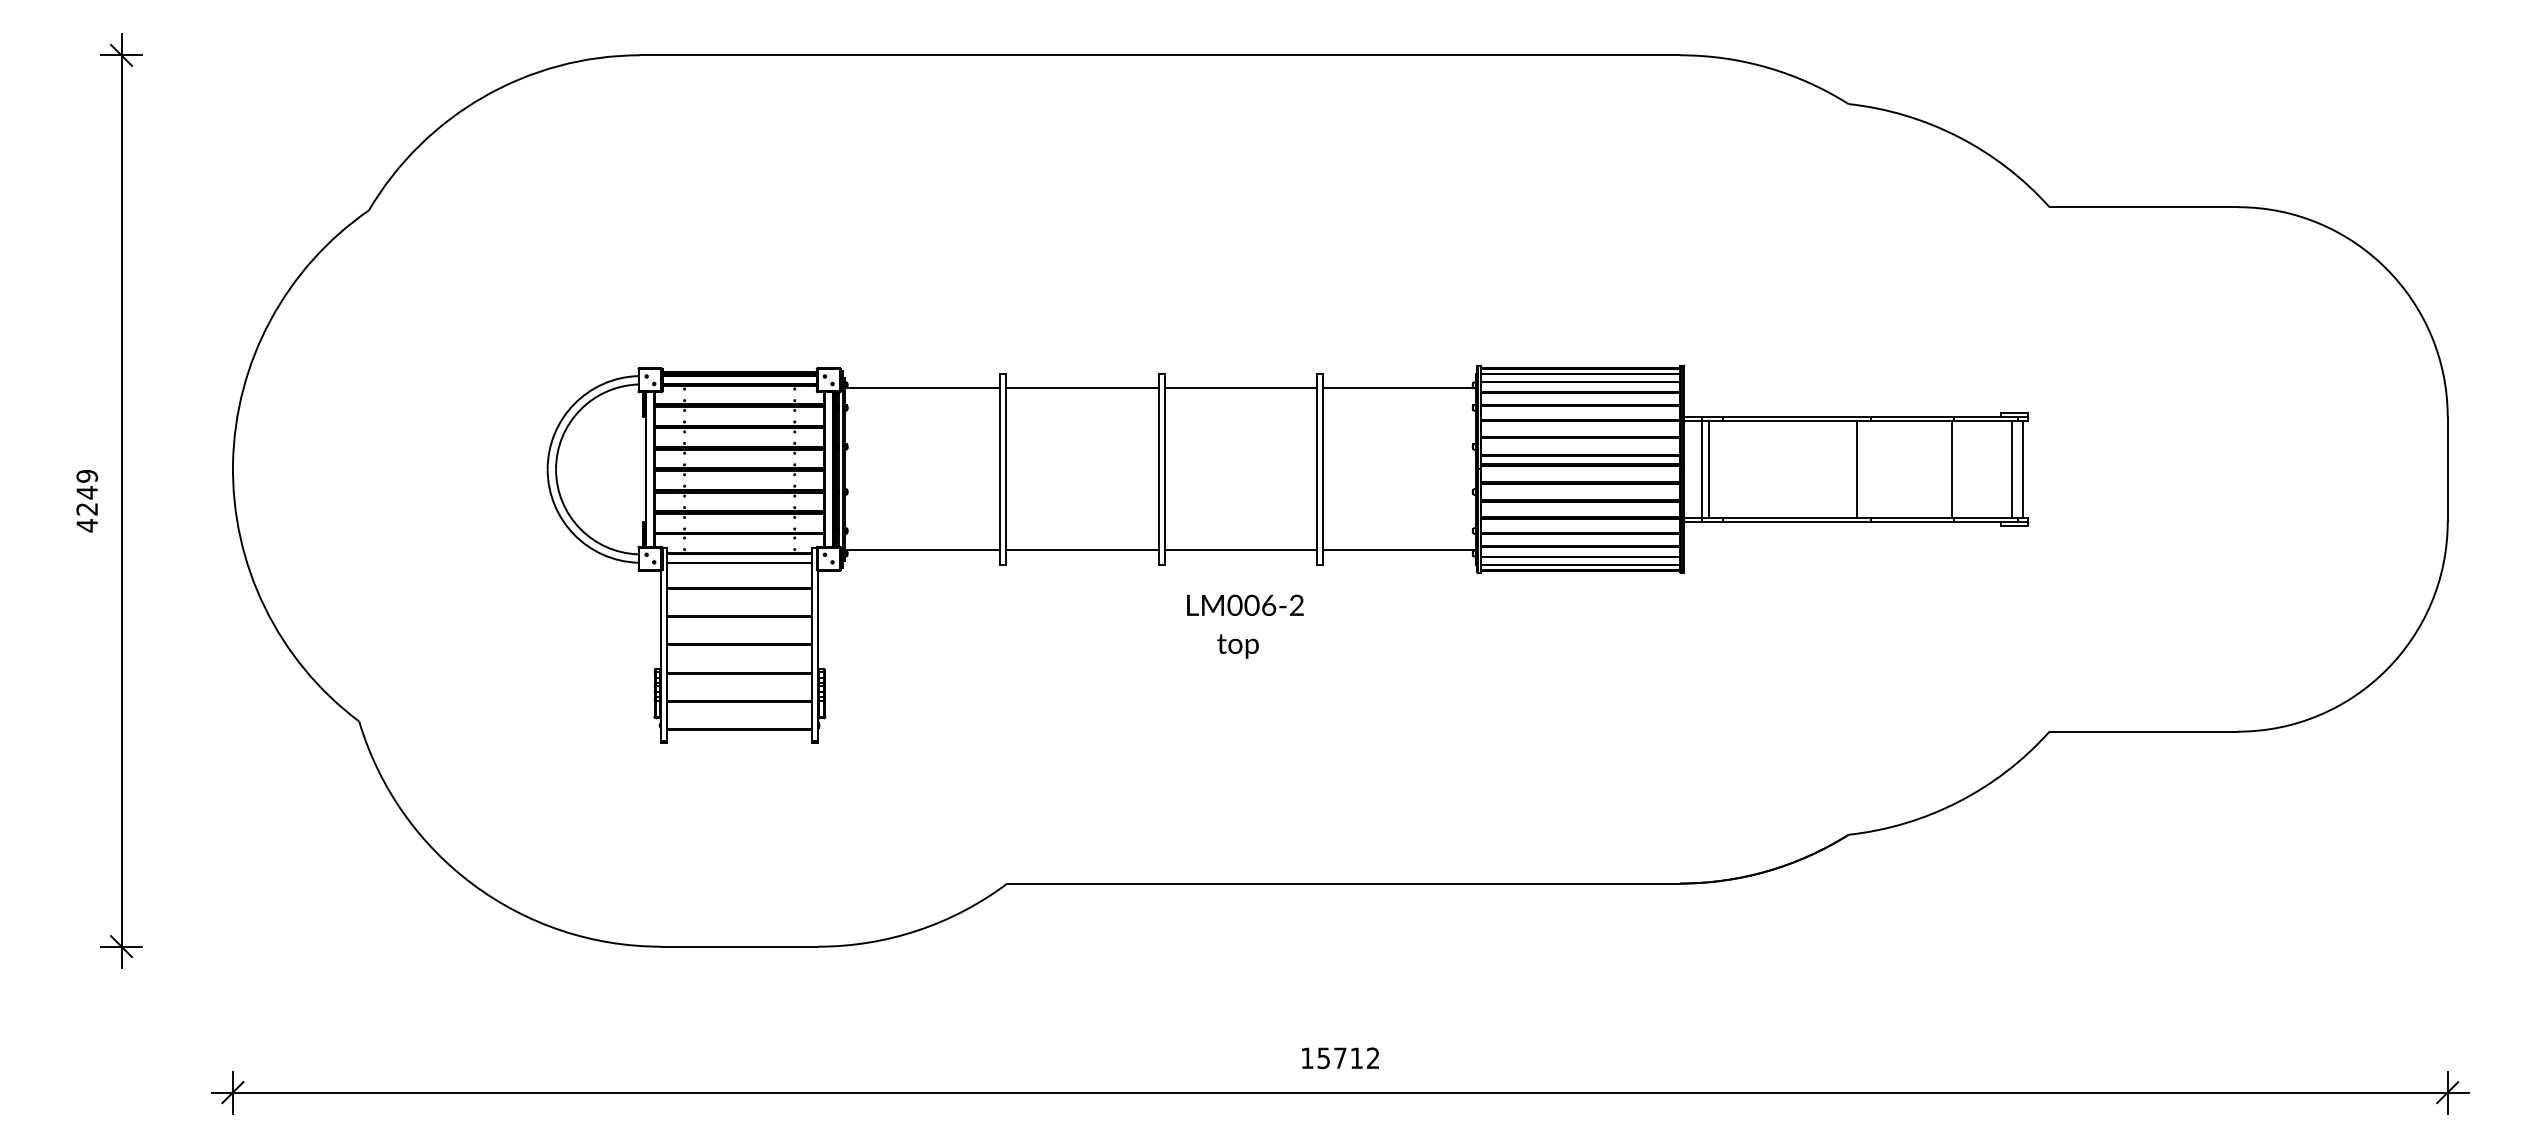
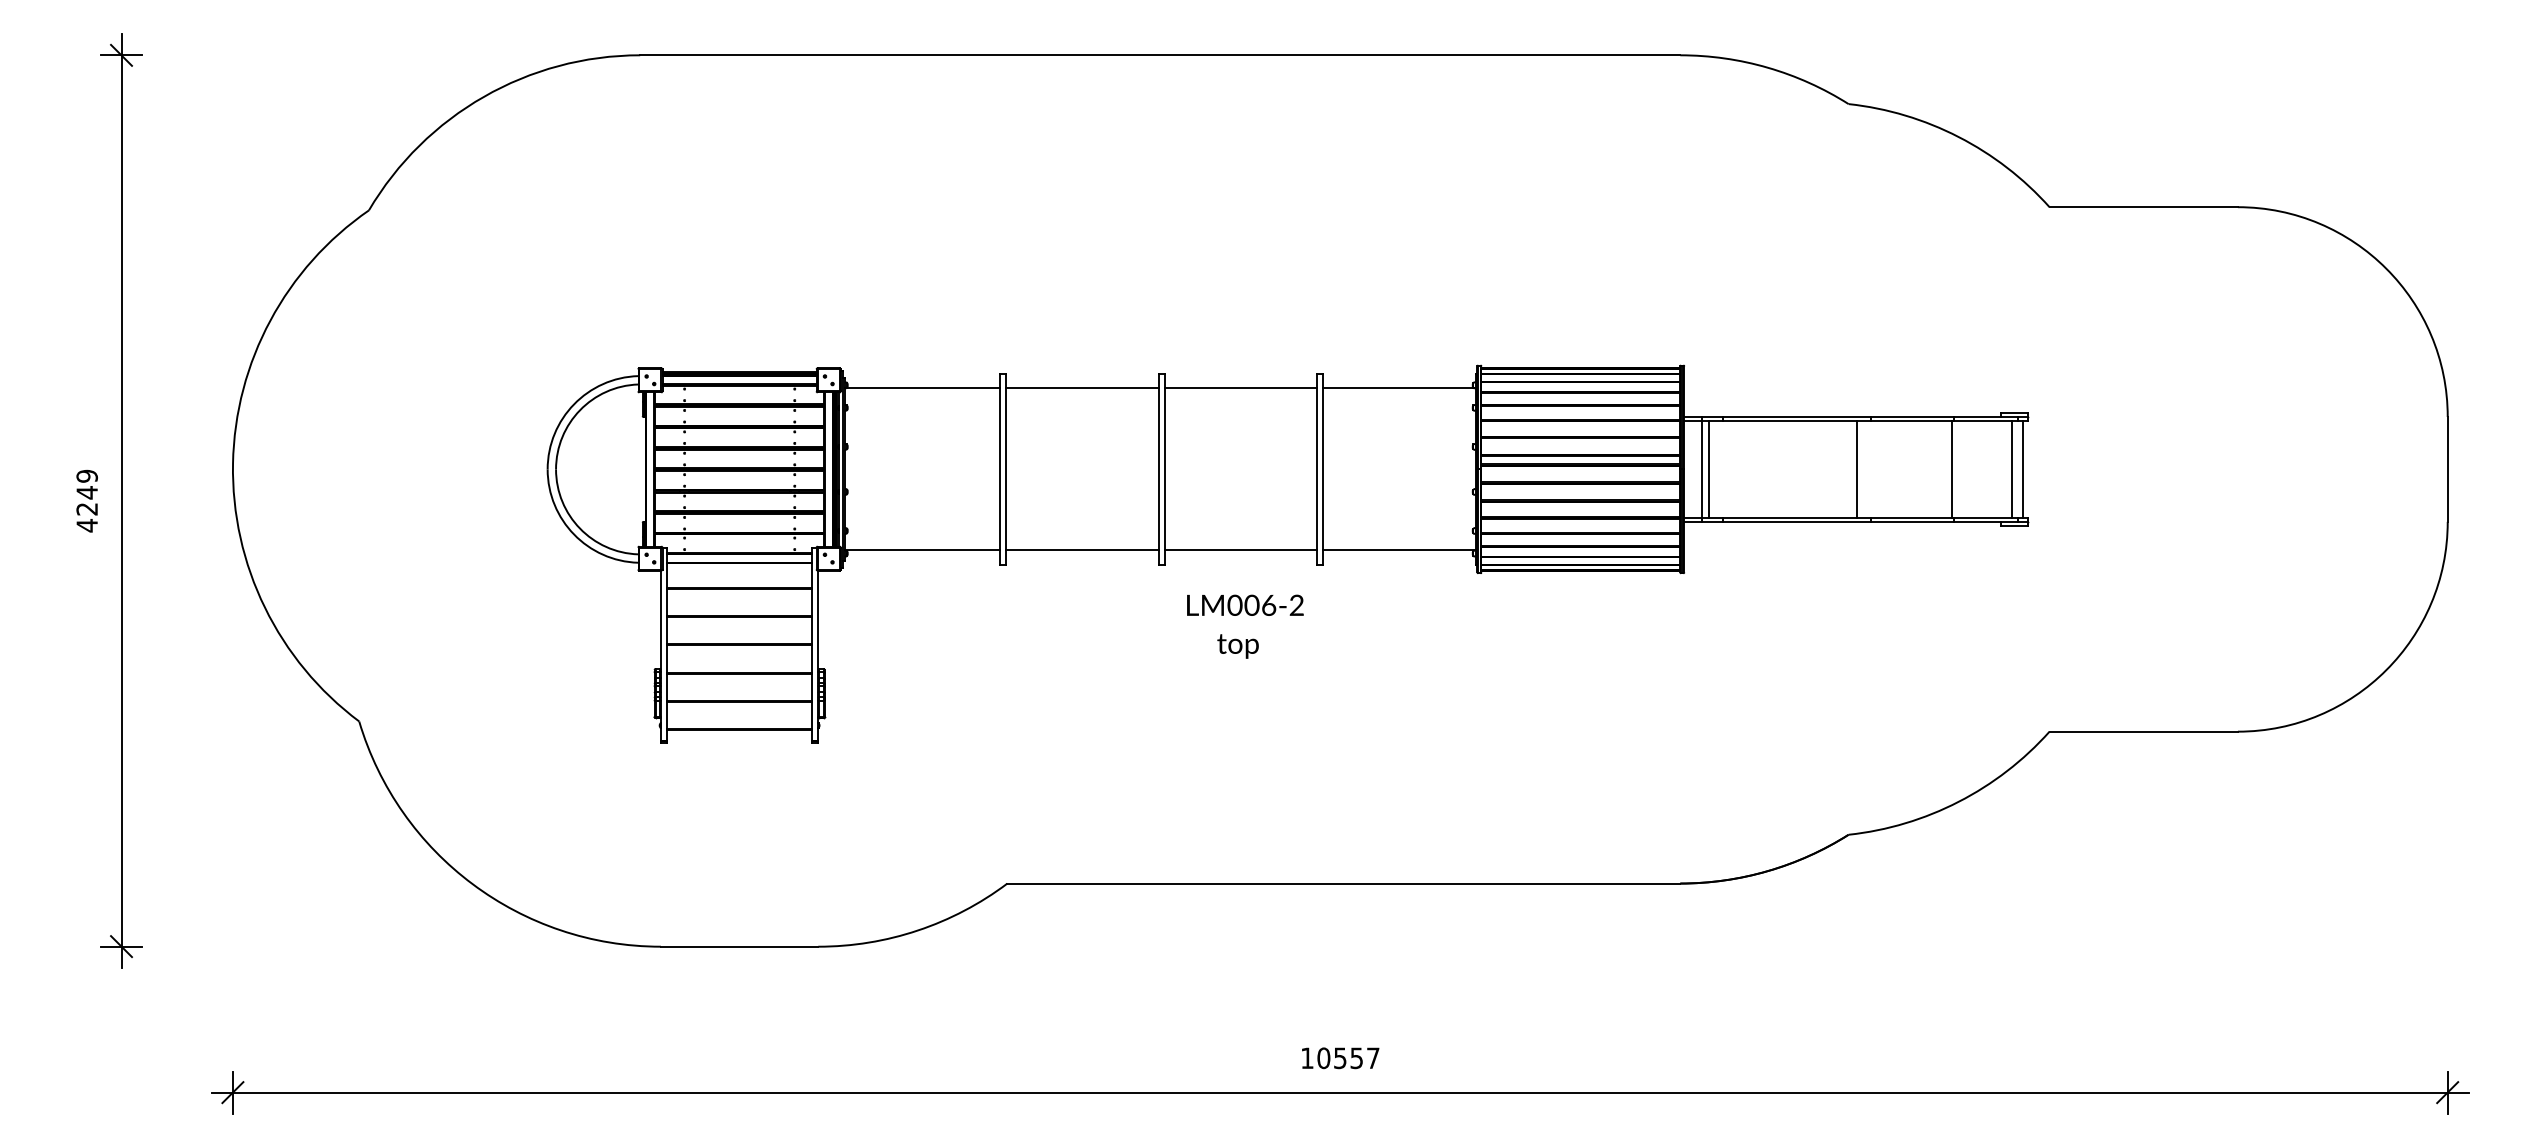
text at (1348, 1058): 15712 -> 10557
